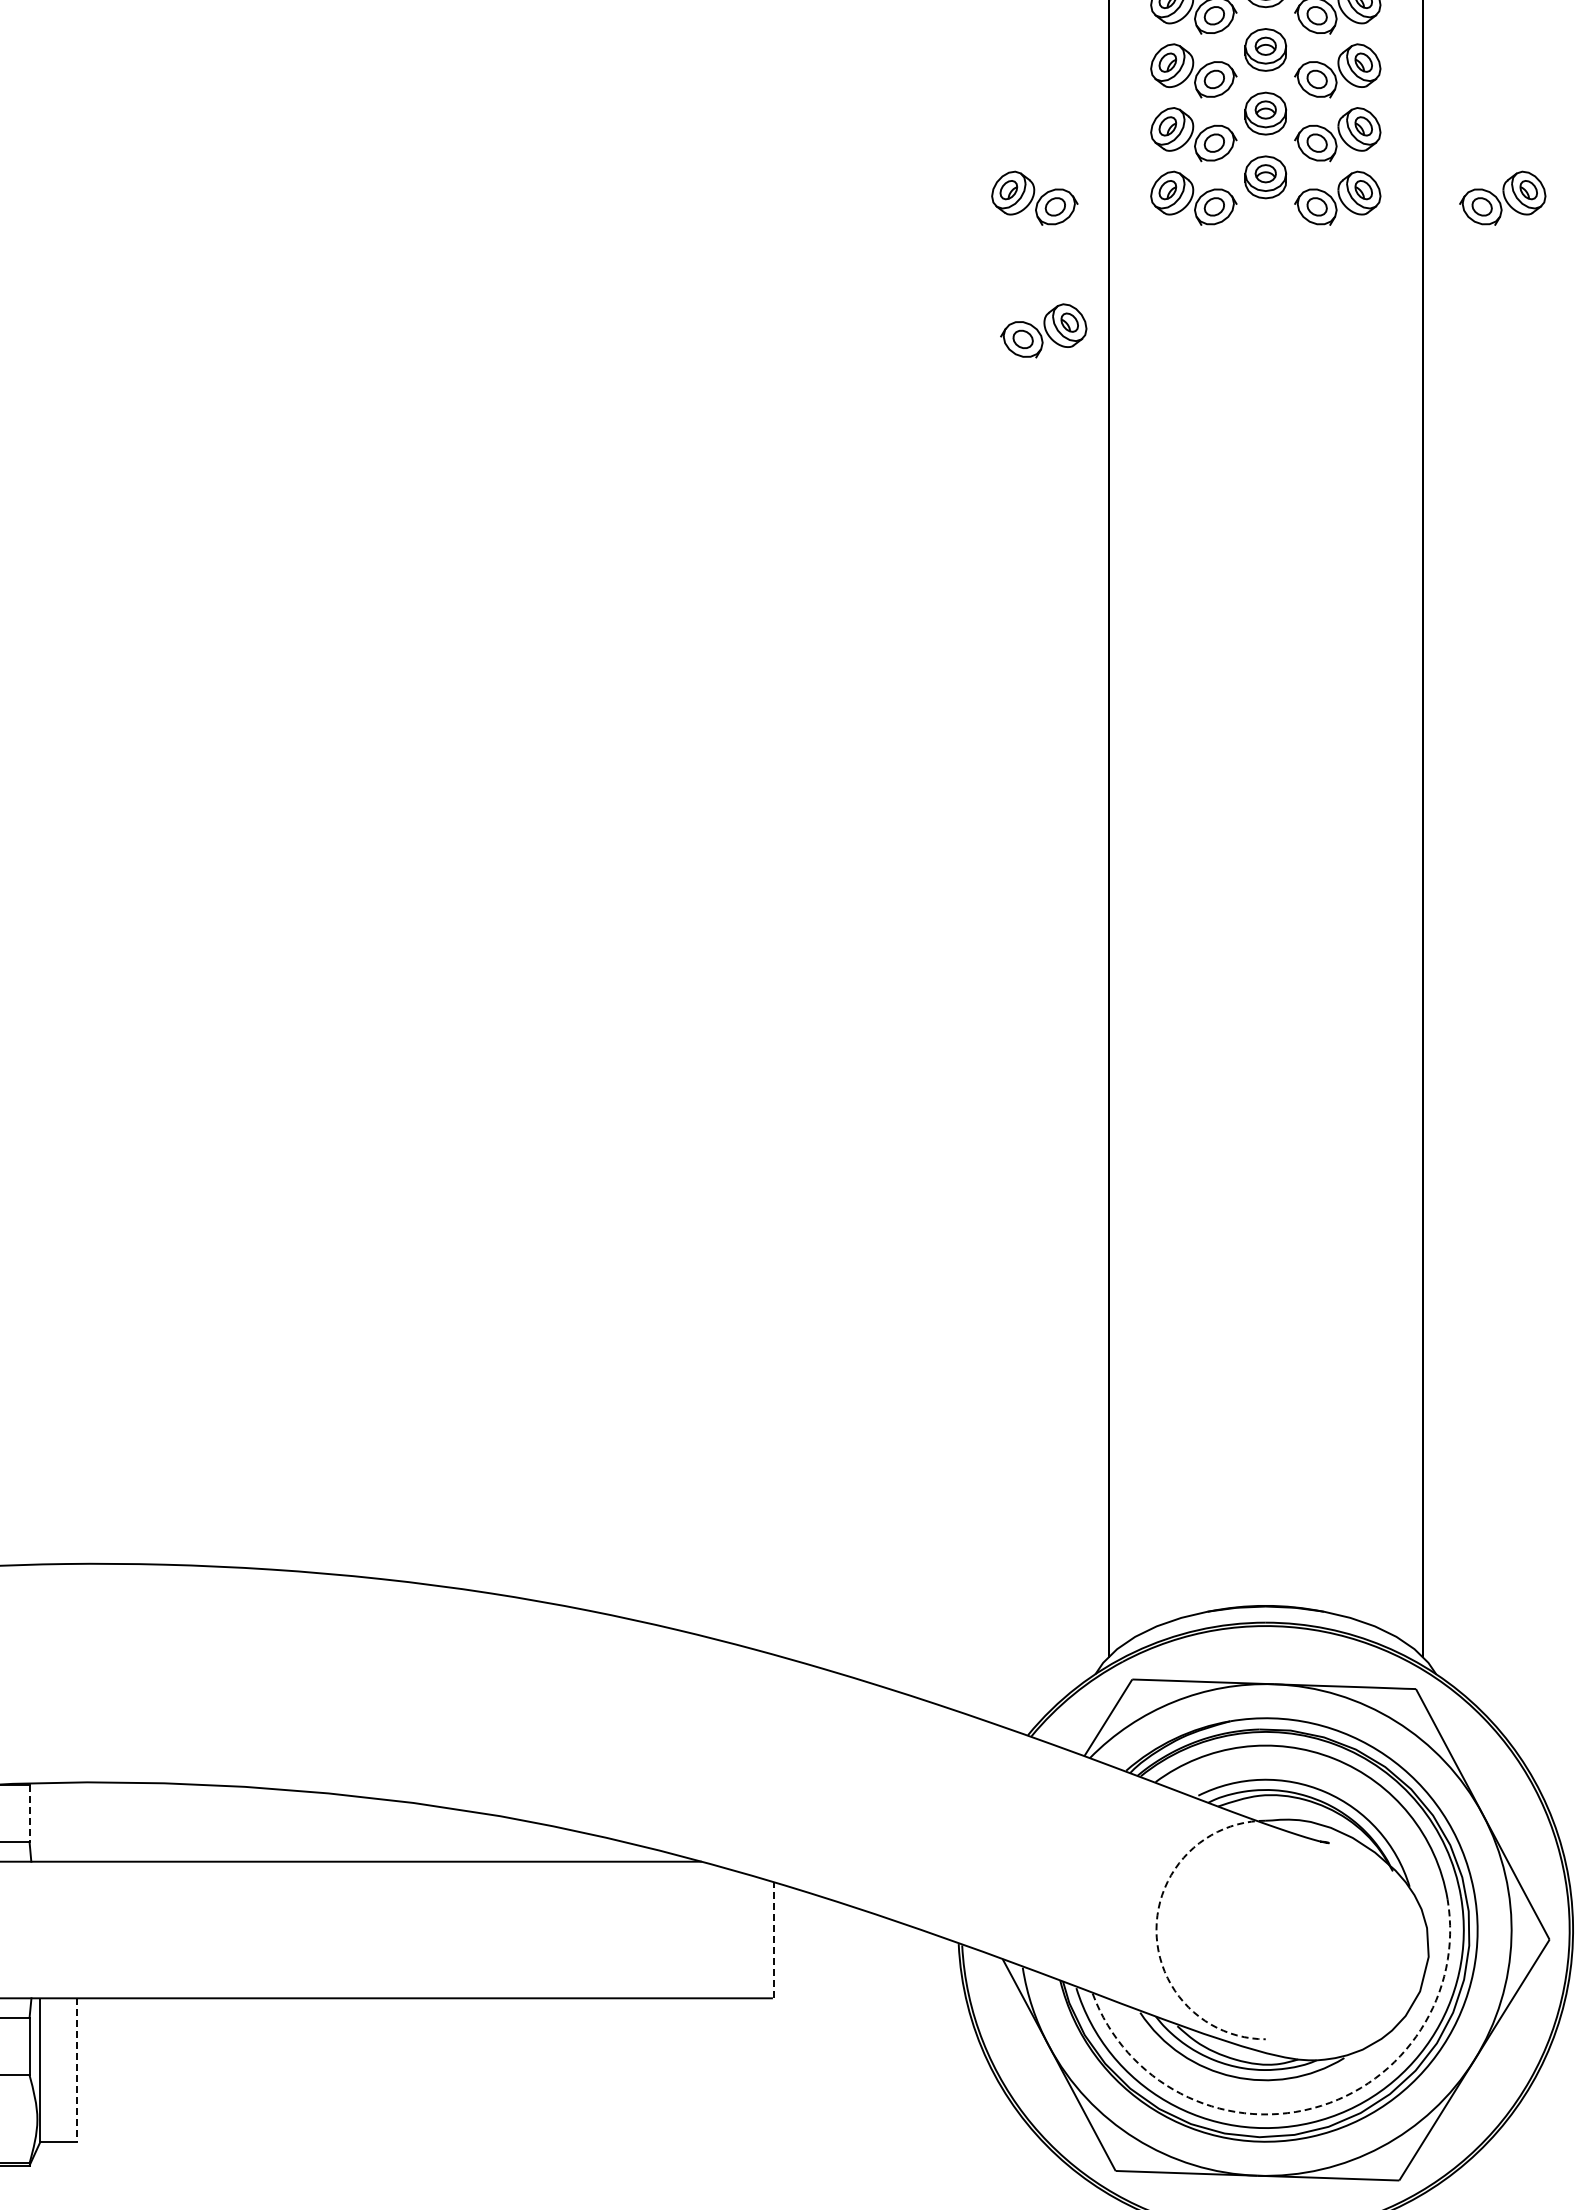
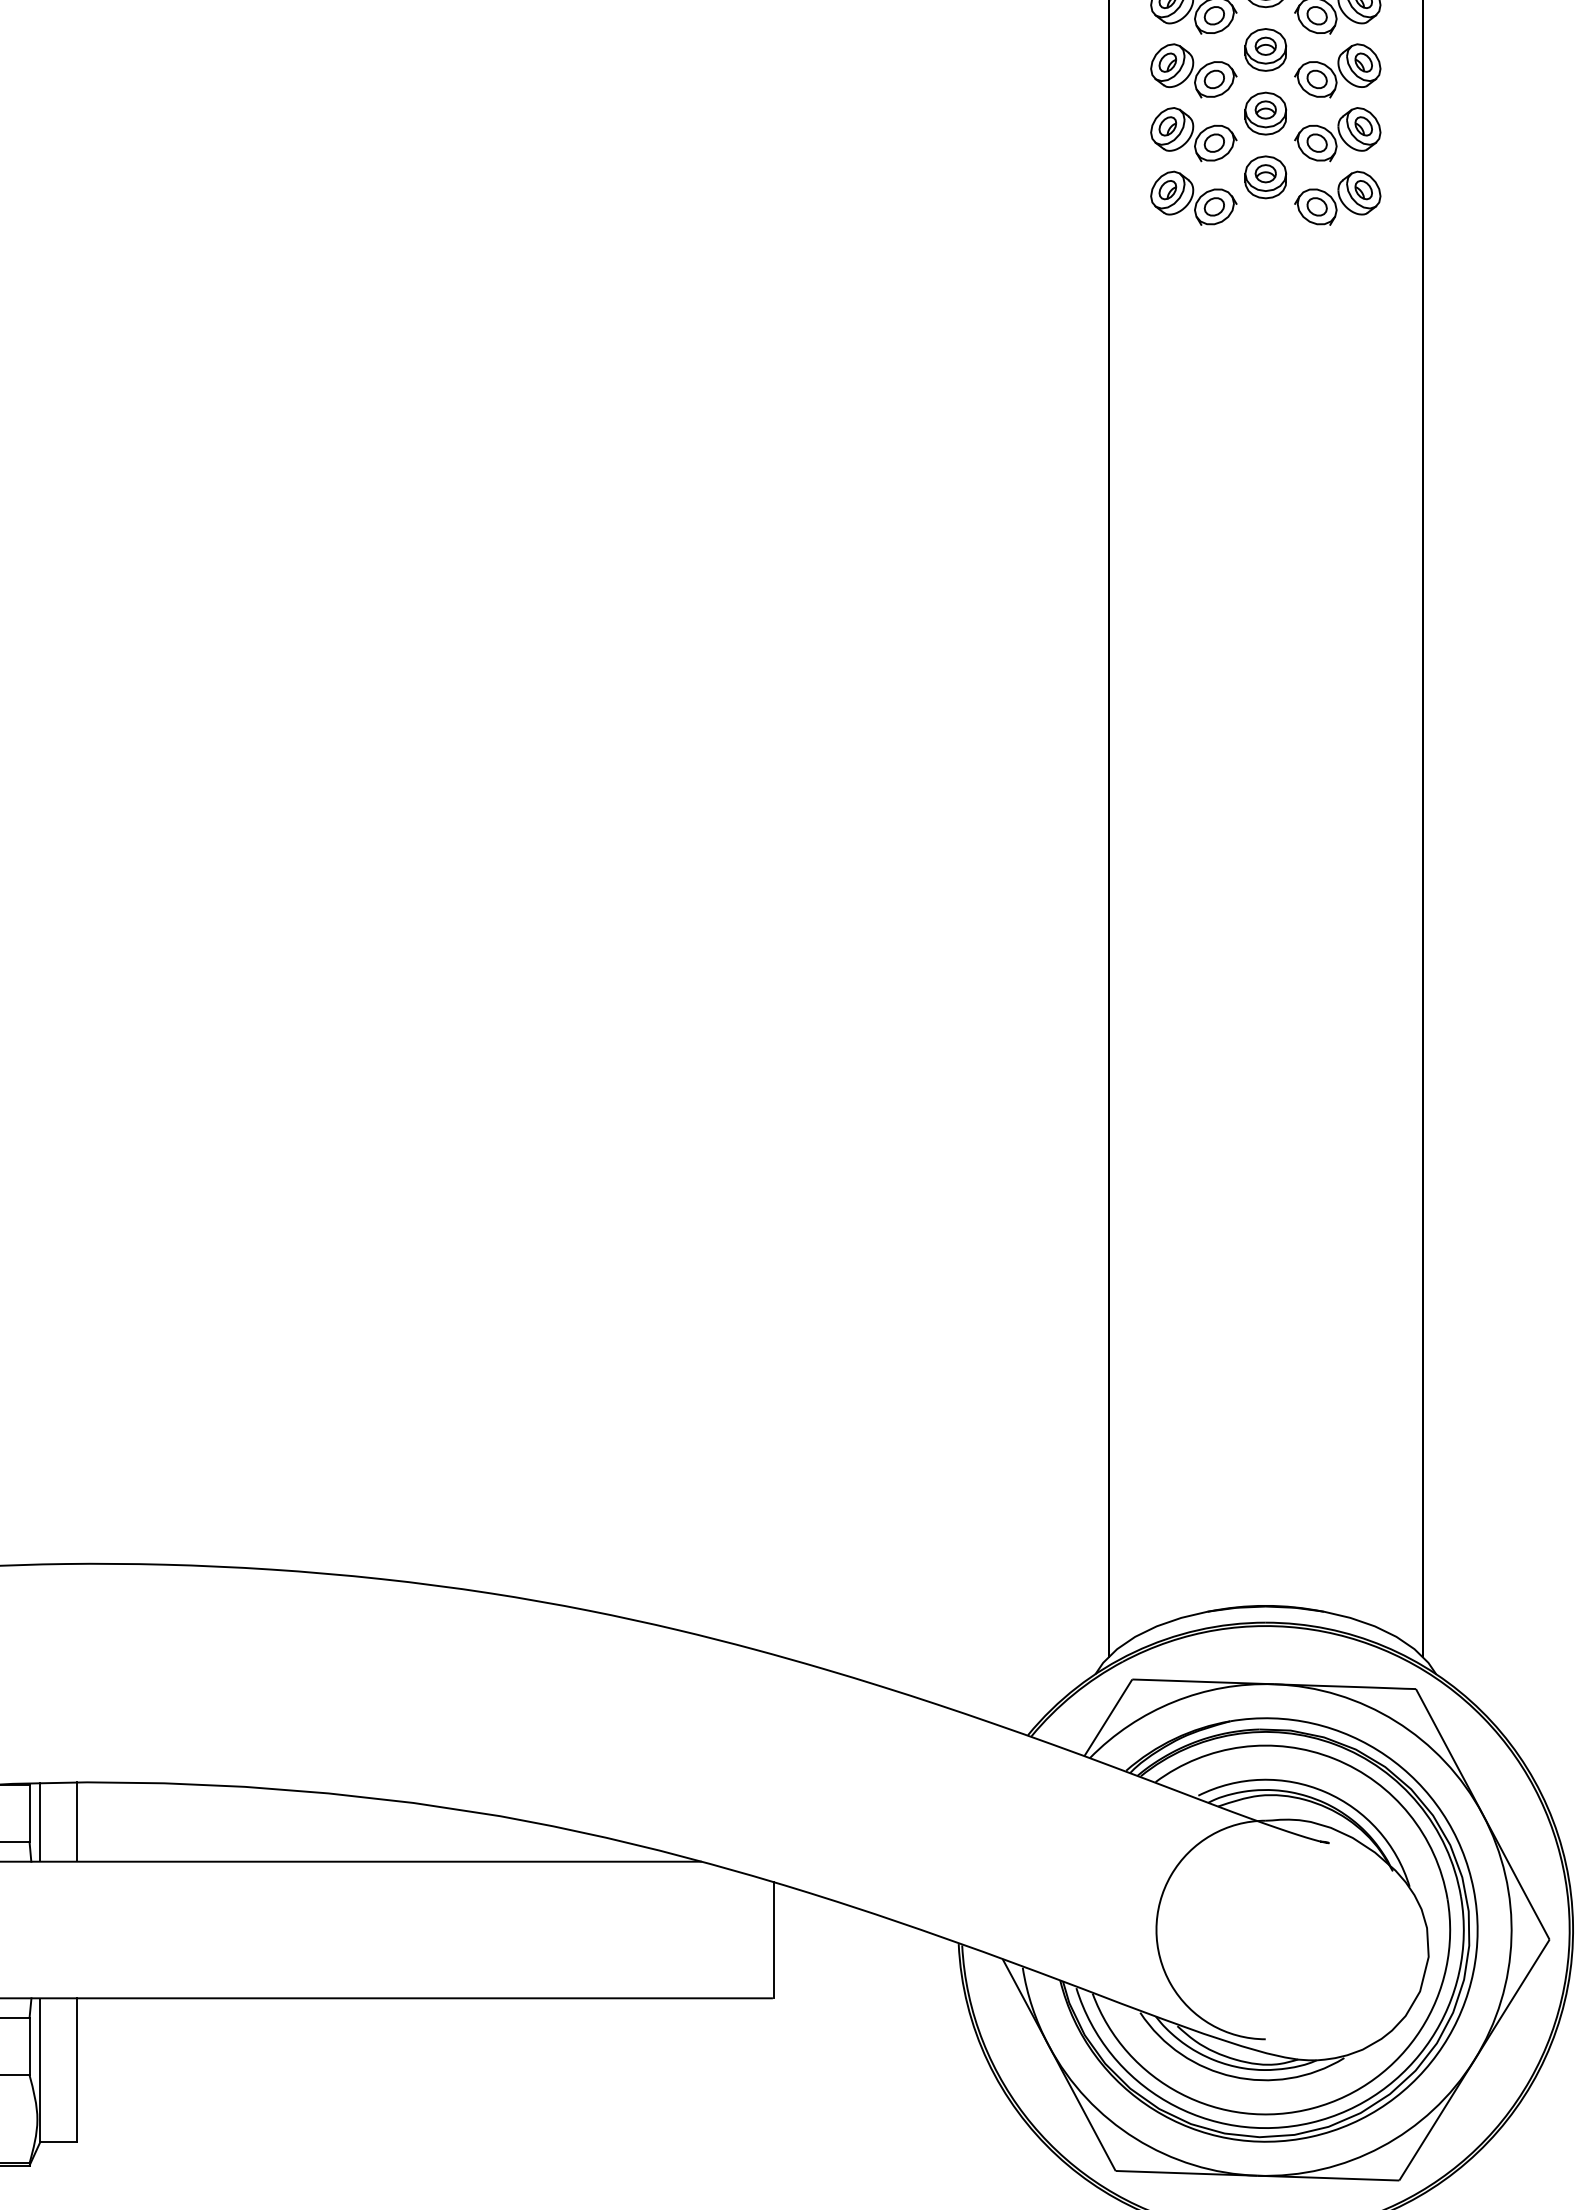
part at (1034, 197): present -> none
part at (1502, 197): present -> none
part at (1043, 330): present -> none
line at (29, 1813): dashed -> solid
line at (40, 1821): none -> present
line at (77, 1821): none -> present
arc at (1156, 1929): dashed -> solid
line at (773, 1939): dashed -> solid
line at (77, 2070): dashed -> solid
arc at (1313, 2108): dashed -> solid
